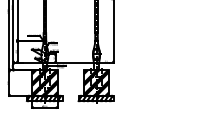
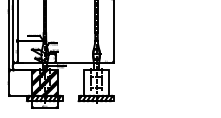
hatch at (96, 82): present -> none
